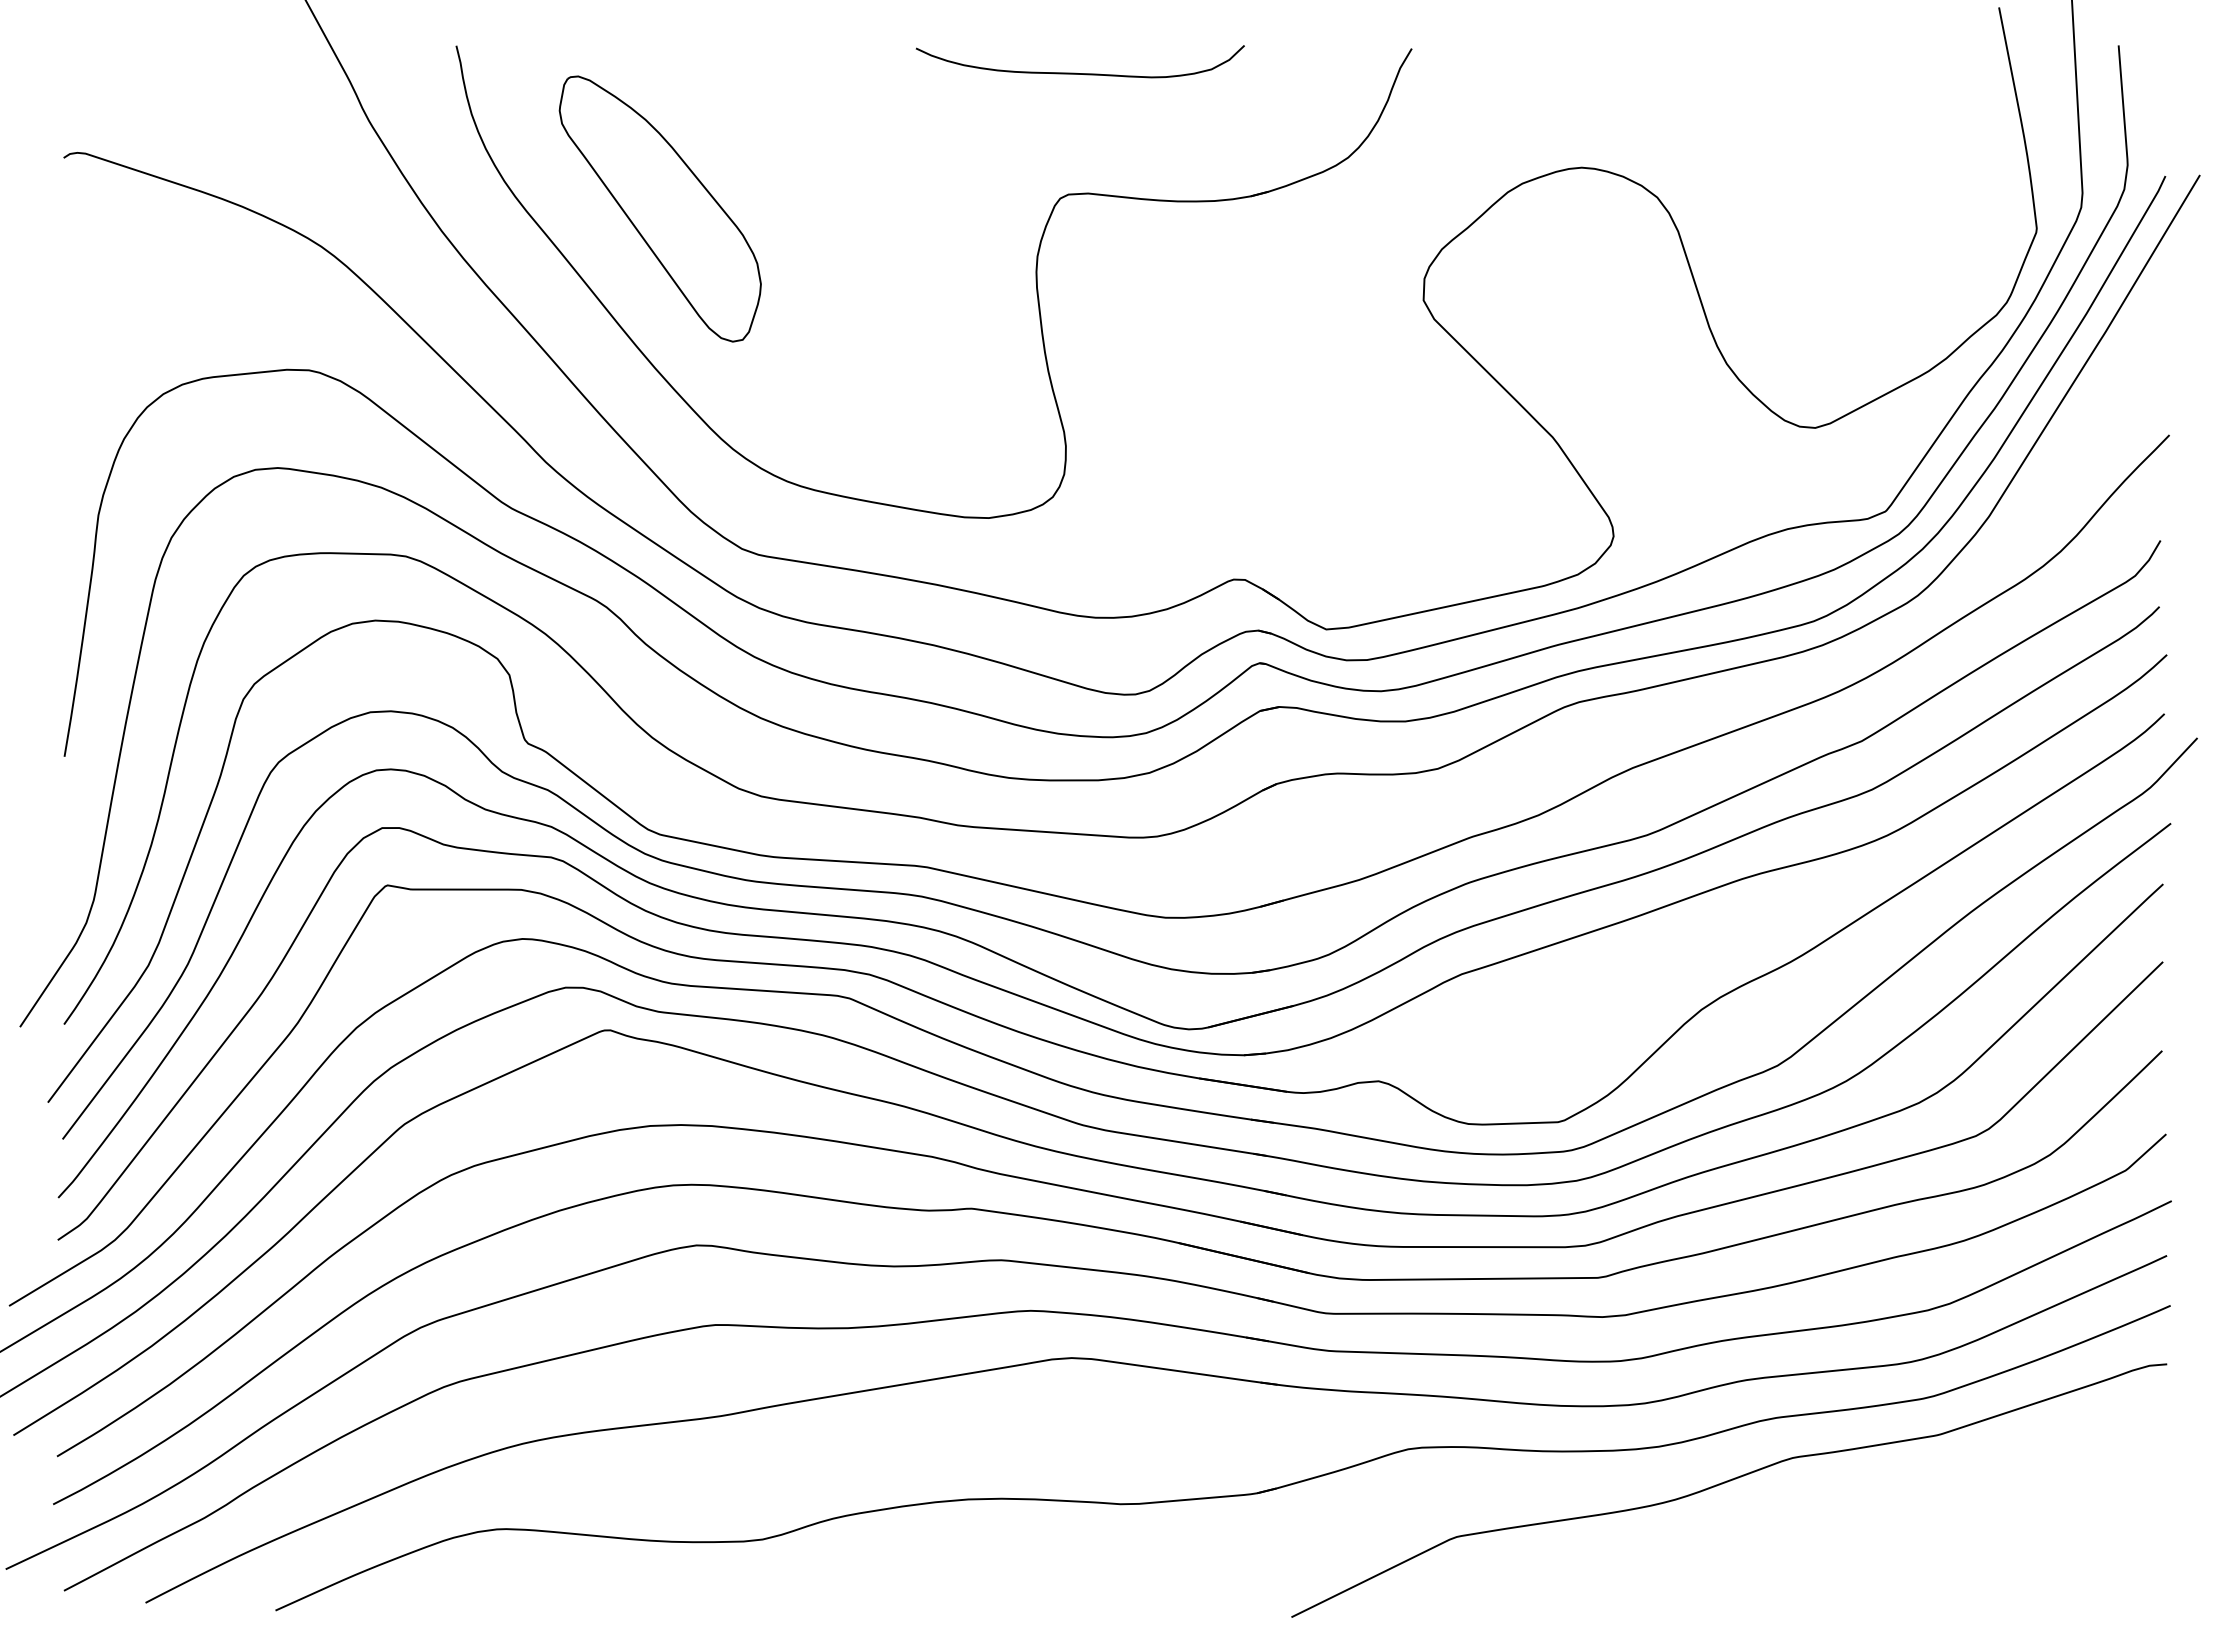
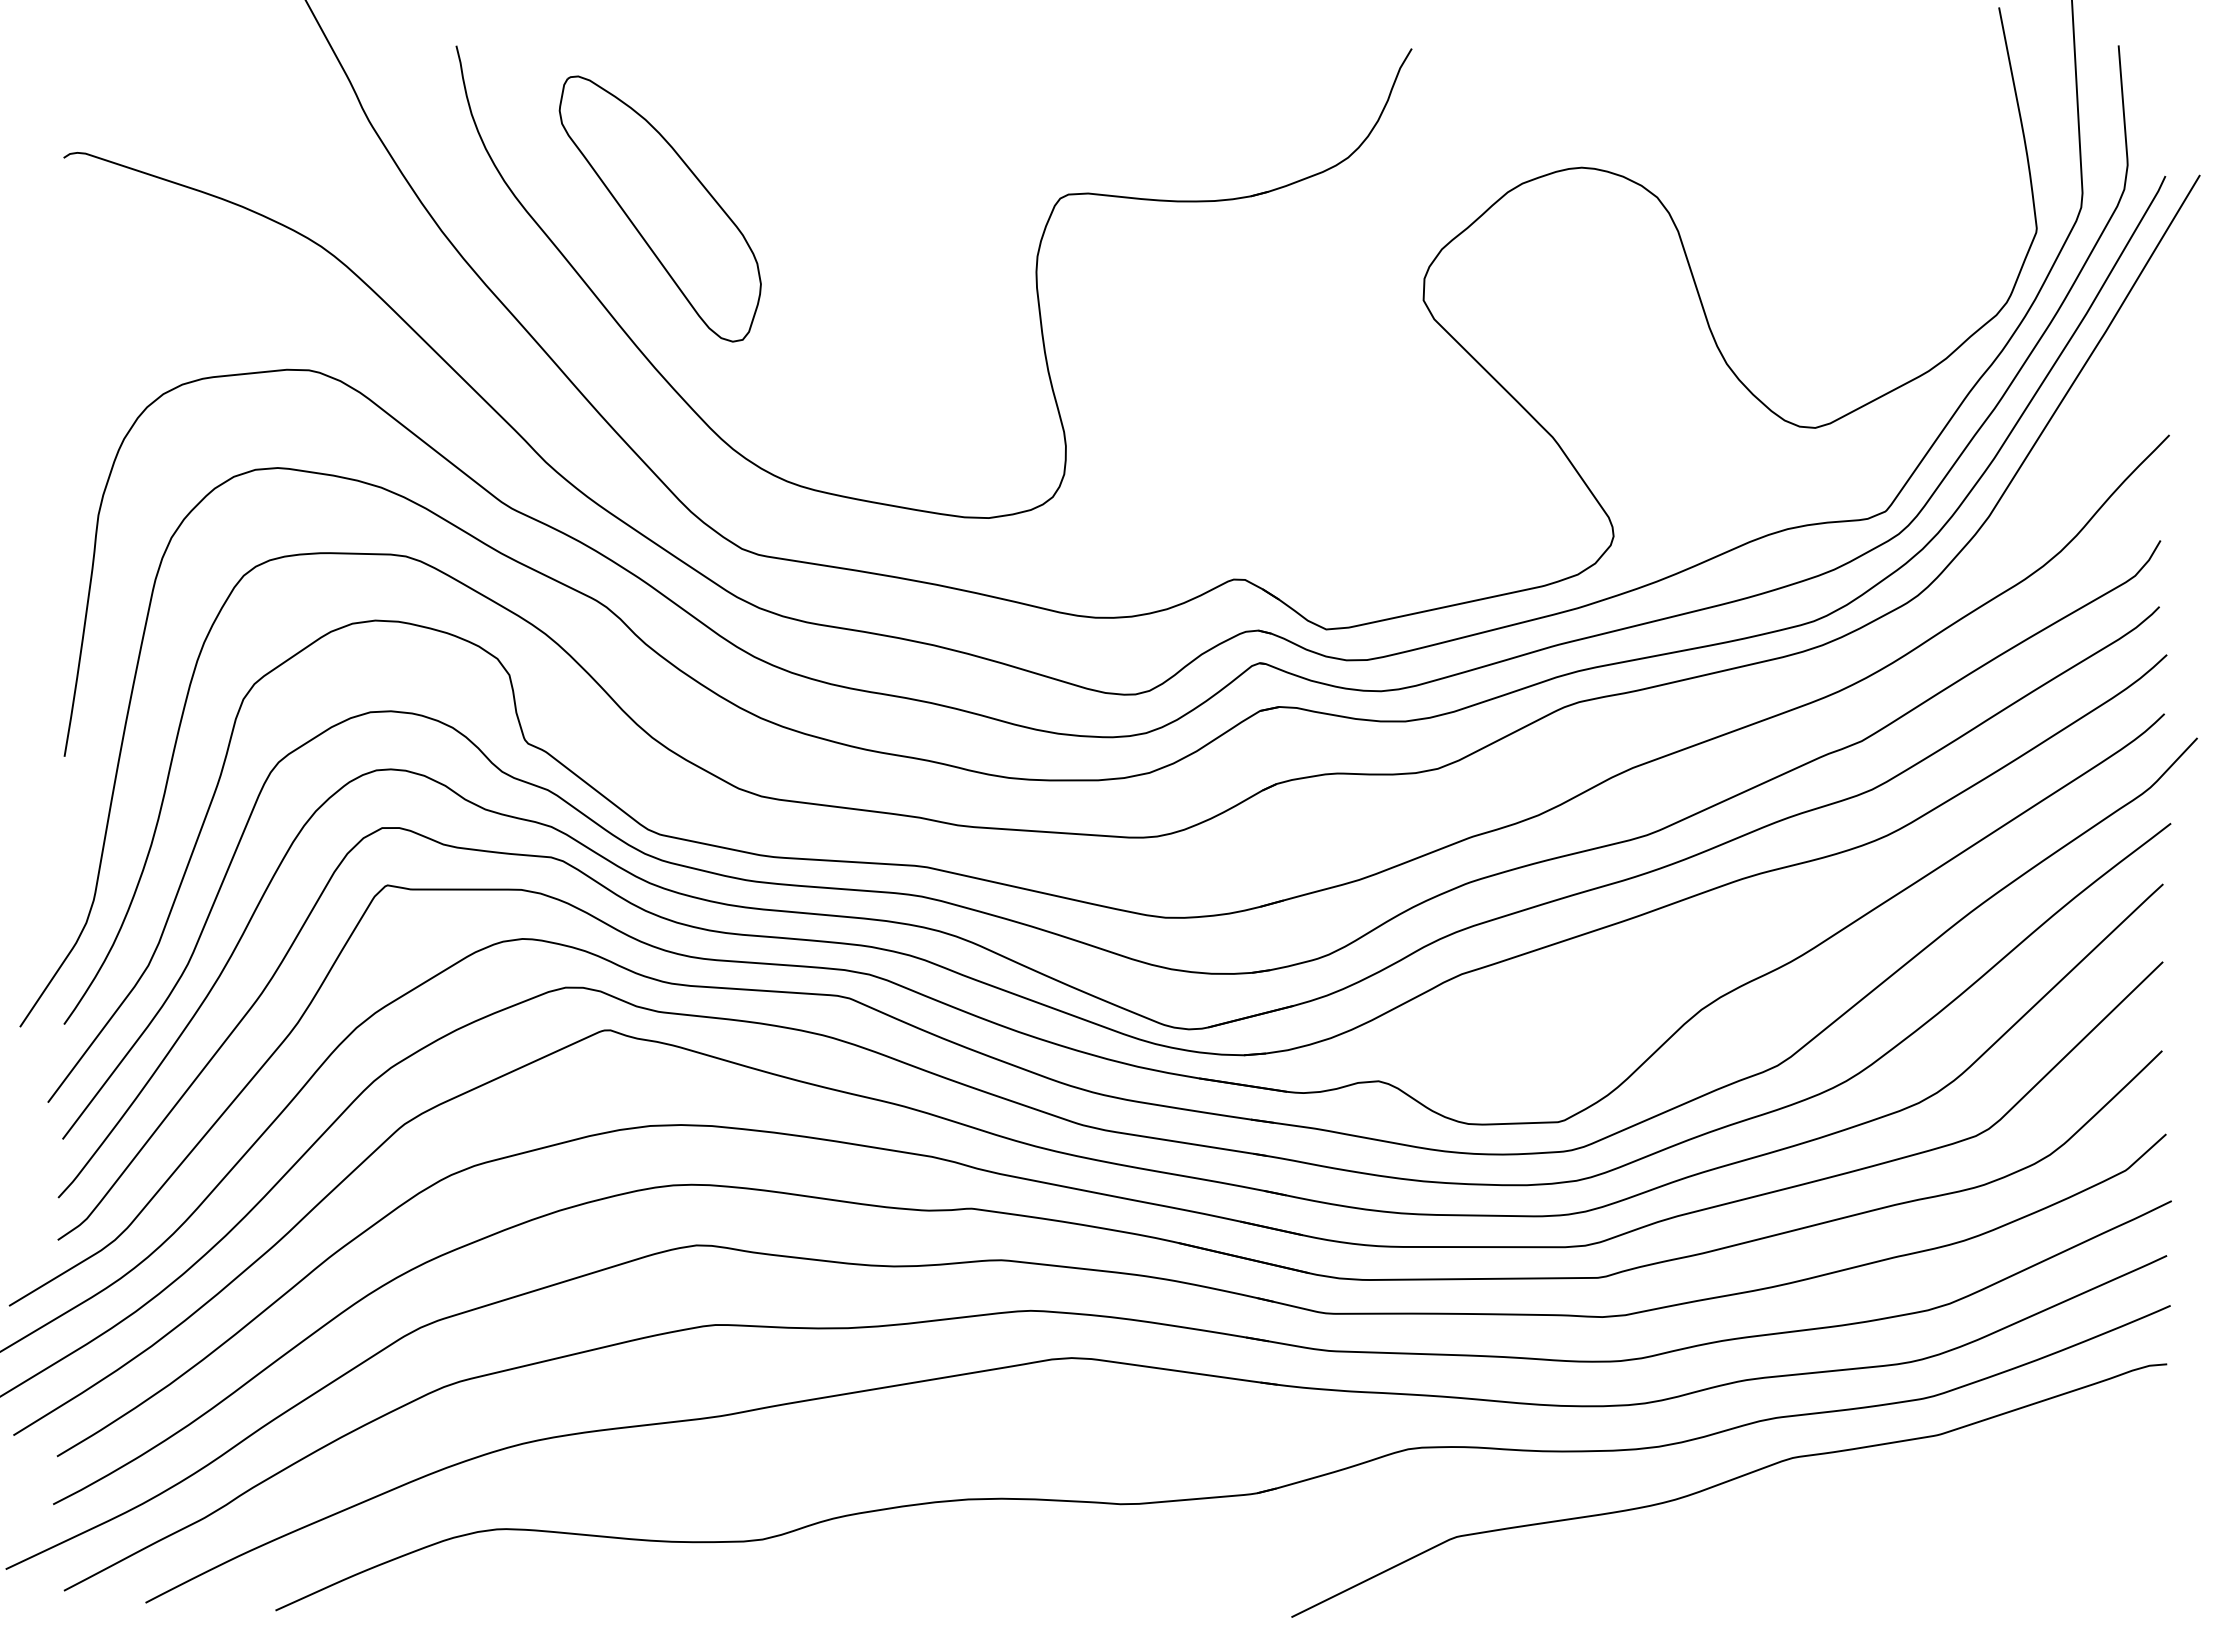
curve at (1075, 72): present -> none
